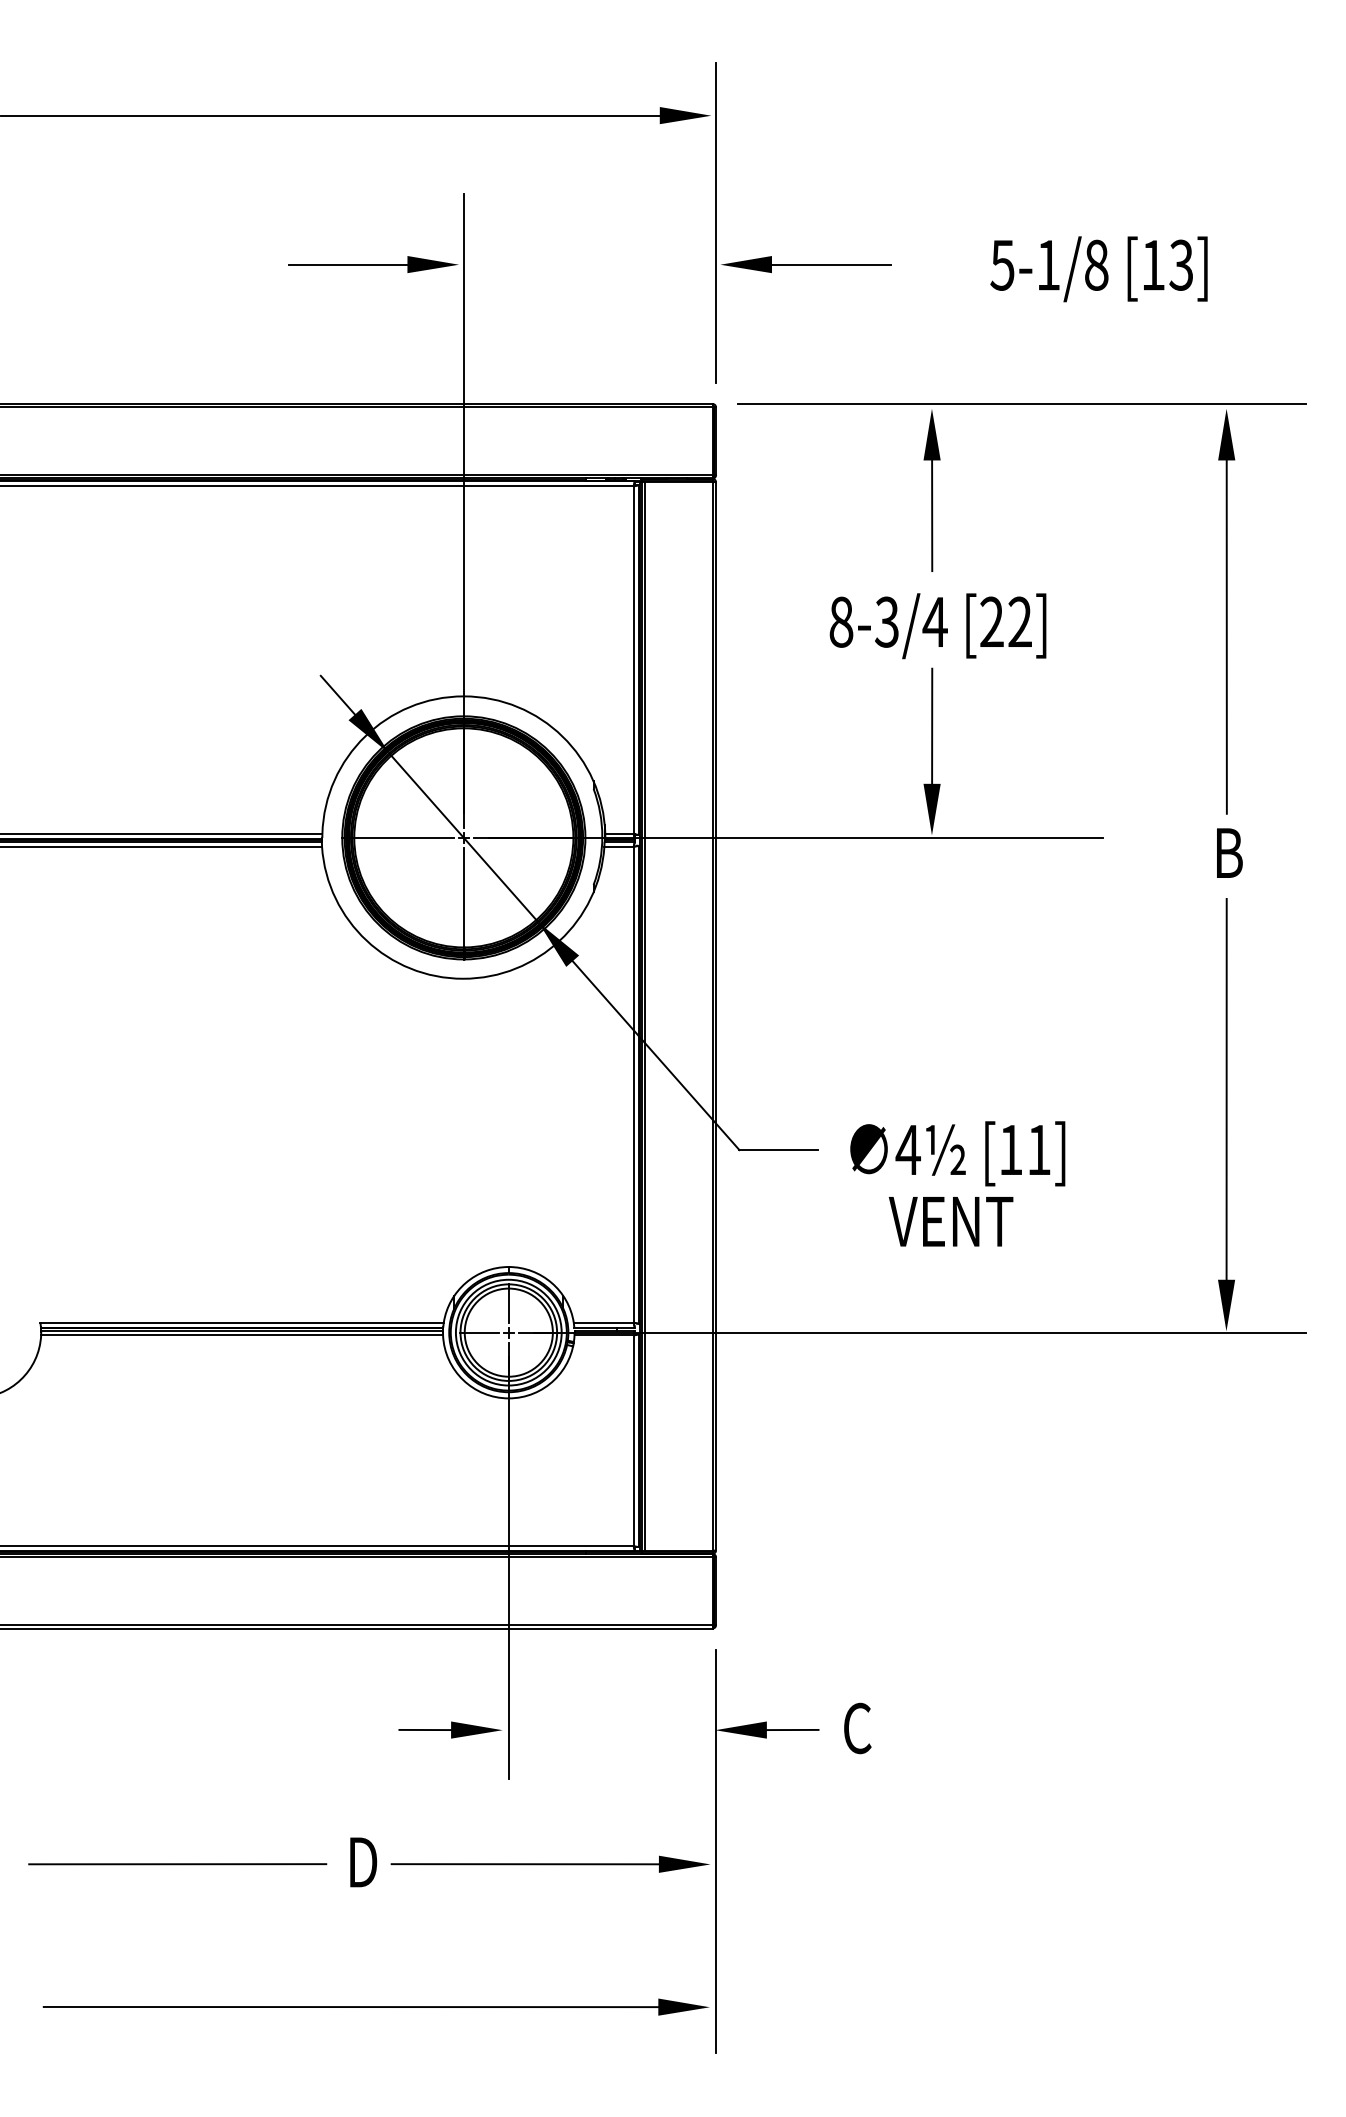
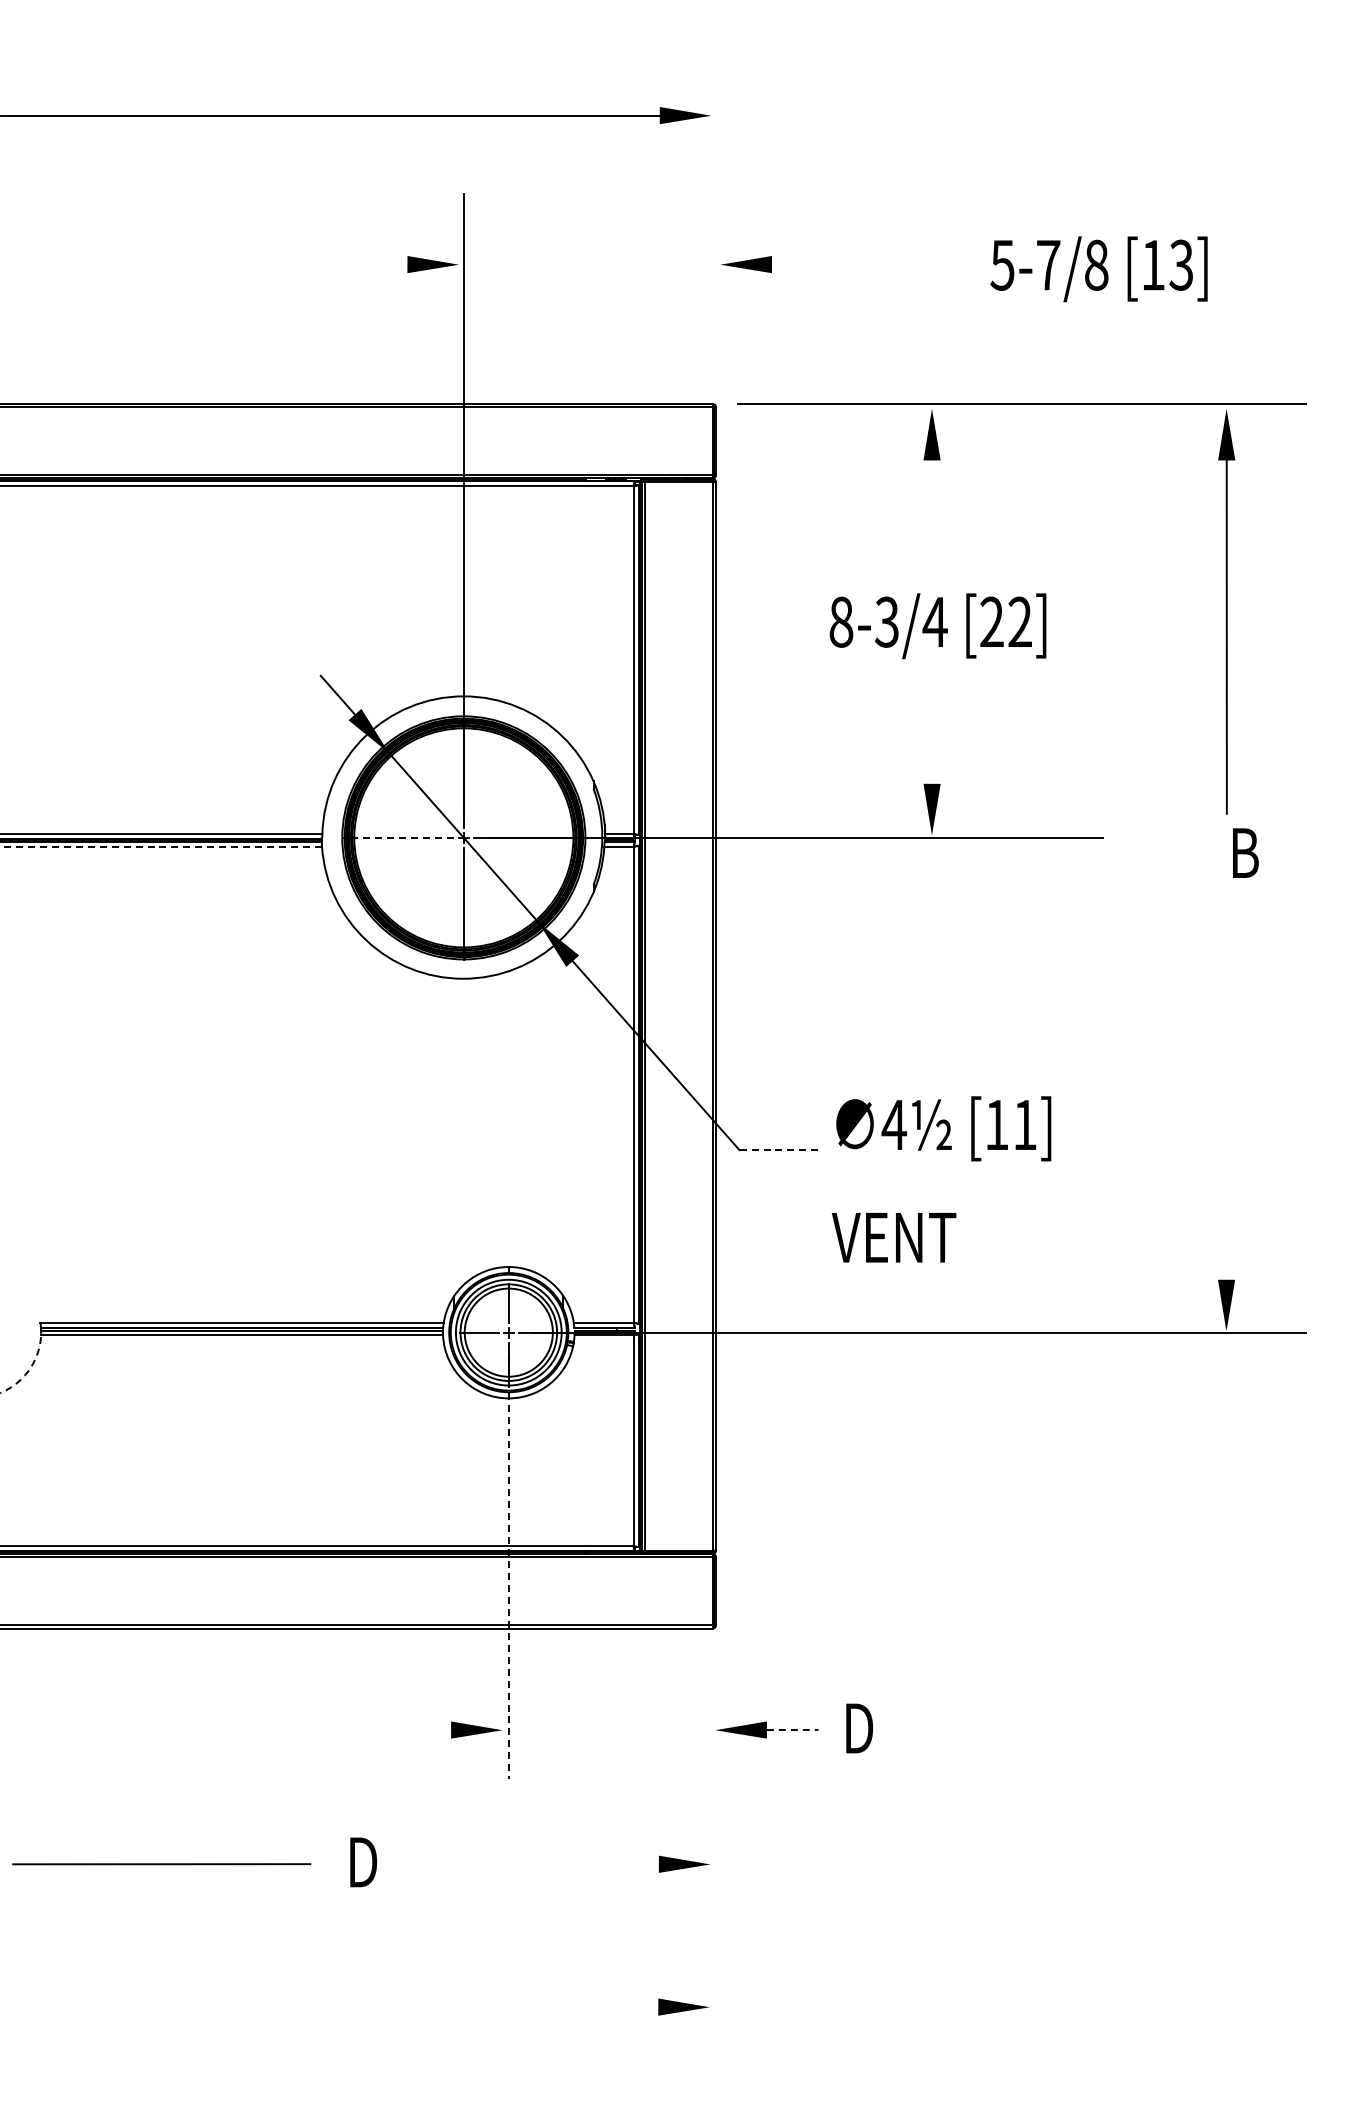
line at (716, 222): present -> none
line at (347, 264): present -> none
line at (830, 264): present -> none
text at (1048, 265): 5-1/8 -> 5-7/8
line at (932, 515): present -> none
line at (932, 725): present -> none
line at (398, 837): solid -> dashed
line at (161, 846): solid -> dashed
text at (1229, 852) position: (1229, 852) -> (1245, 852)
line at (1226, 1088): present -> none
line at (778, 1150): solid -> dashed
text at (957, 1153) position: (957, 1153) -> (943, 1128)
text at (950, 1221) position: (950, 1221) -> (893, 1237)
arc at (28, 1370): solid -> dashed
line at (508, 1568): solid -> dashed
text at (858, 1728): C -> D
line at (425, 1729): present -> none
line at (792, 1730): solid -> dashed
line at (716, 1851): present -> none
line at (177, 1864) position: (177, 1864) -> (161, 1864)
line at (524, 1864): present -> none
line at (350, 2006): present -> none
